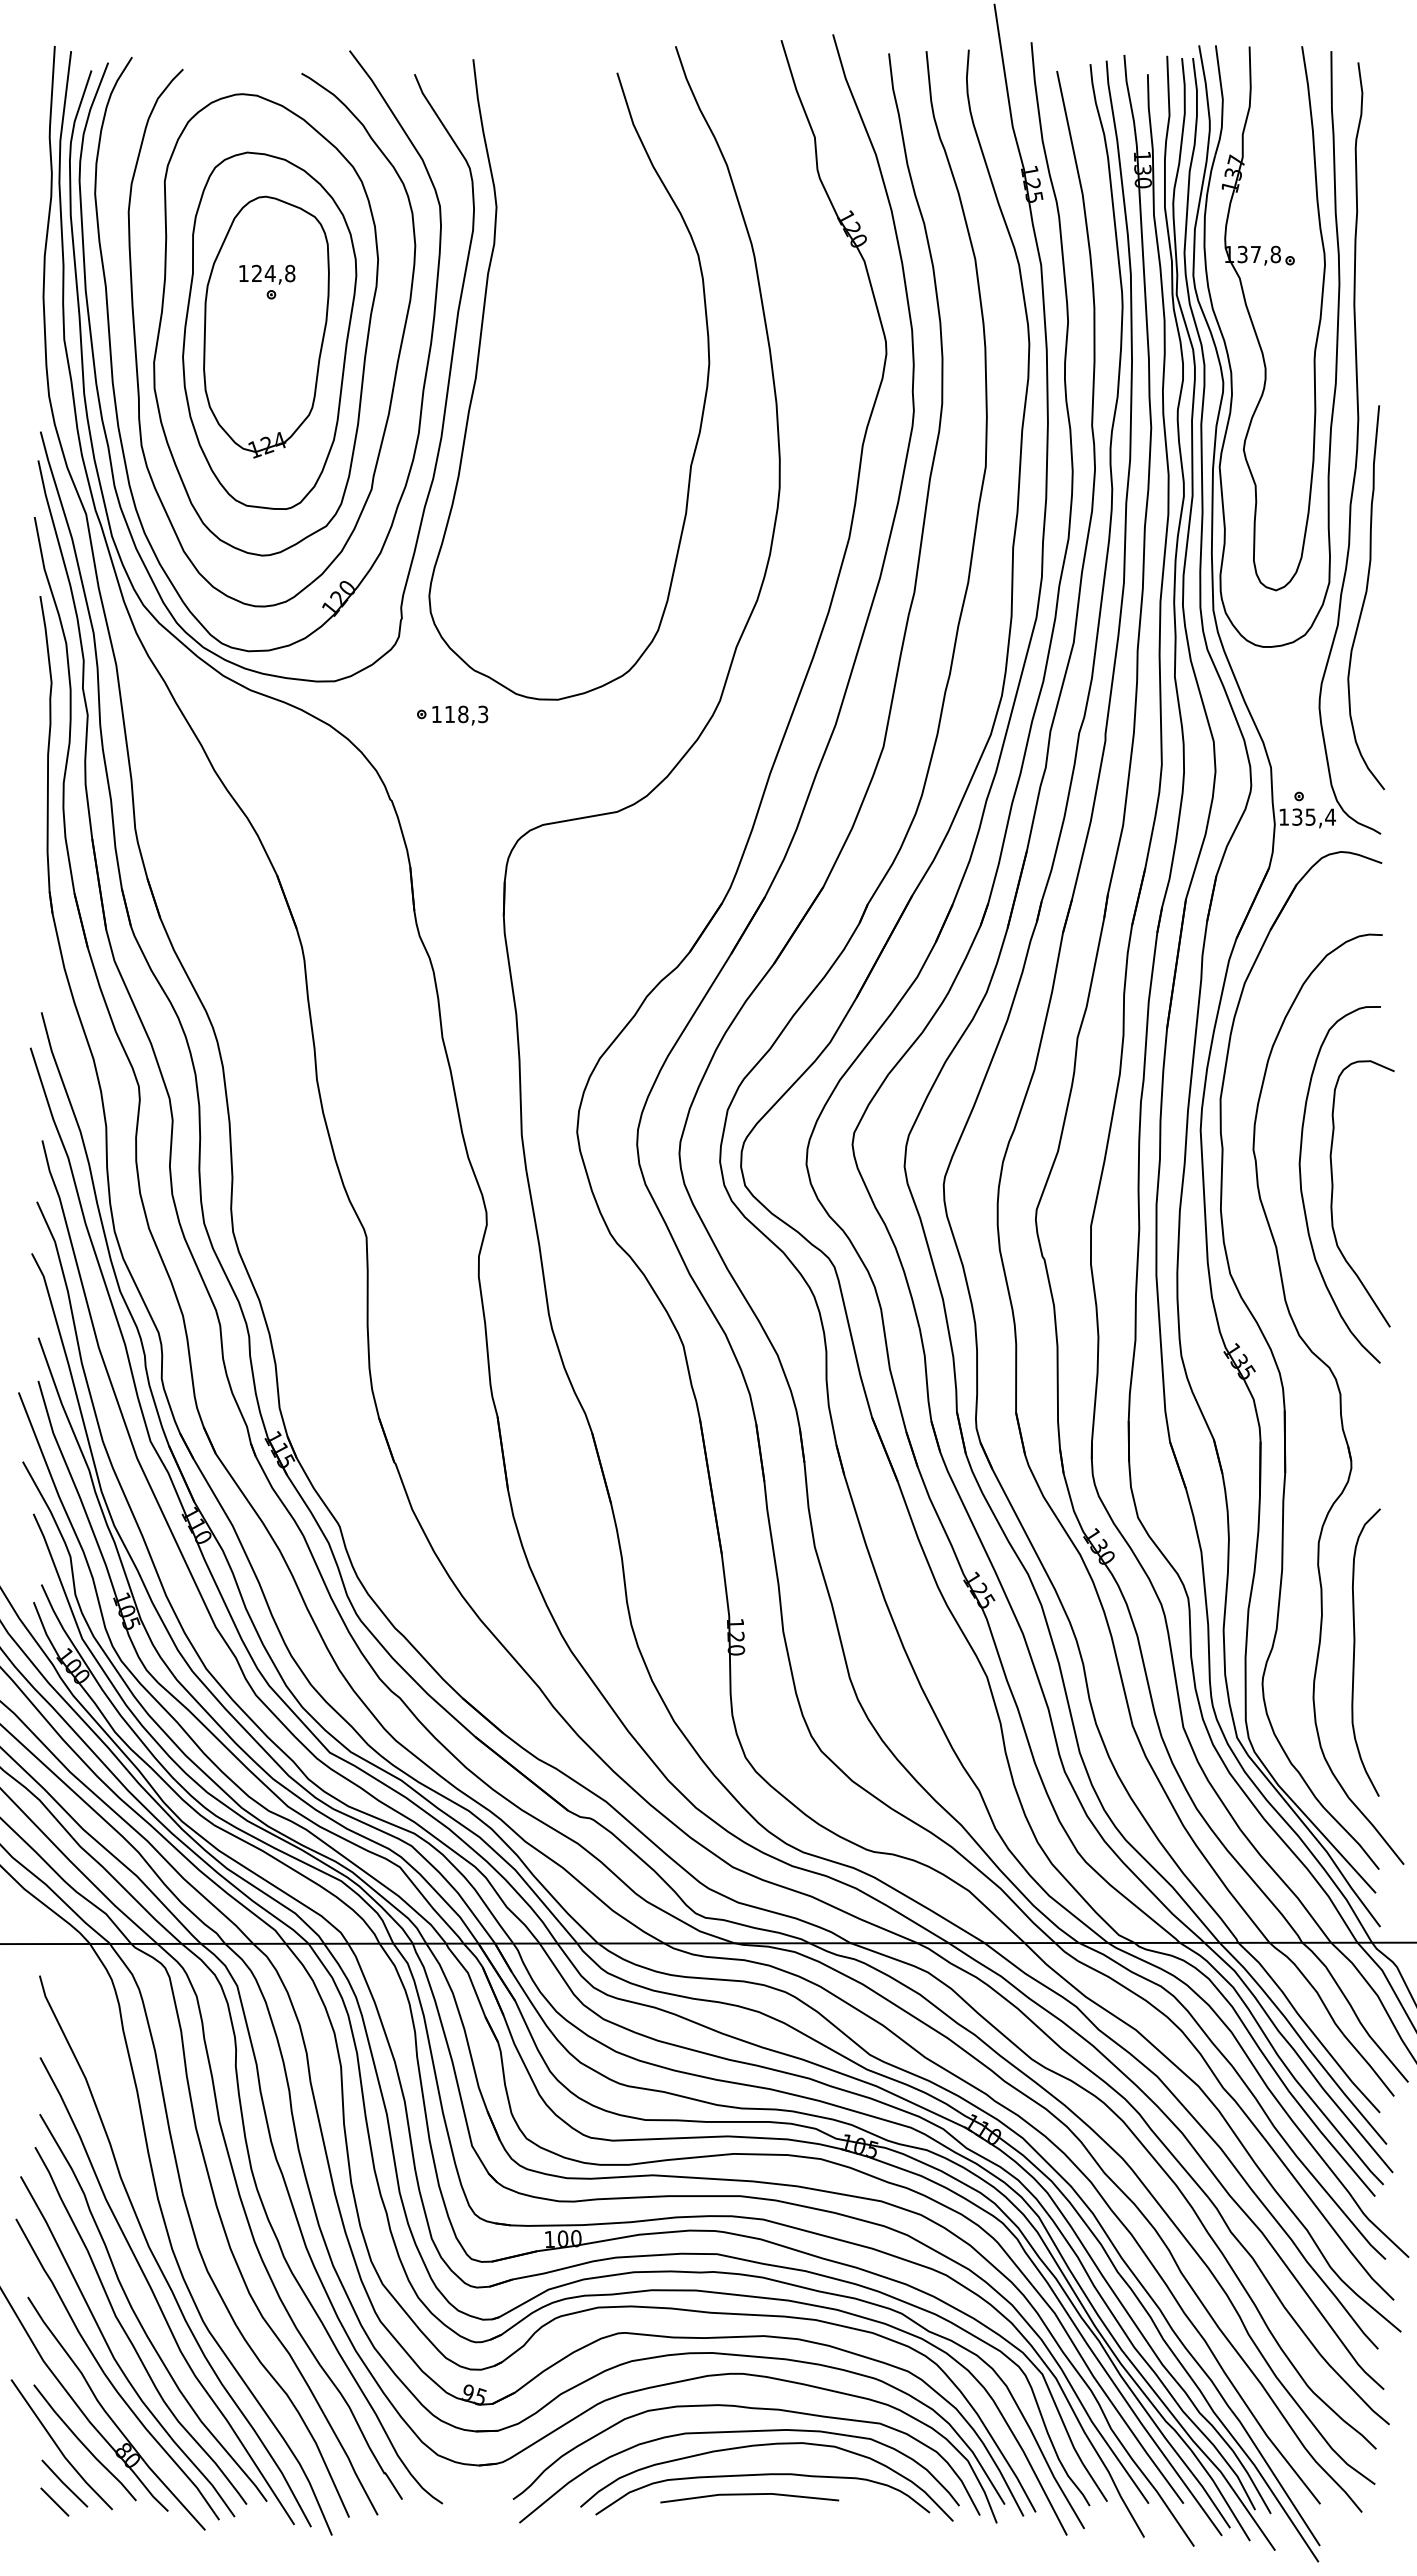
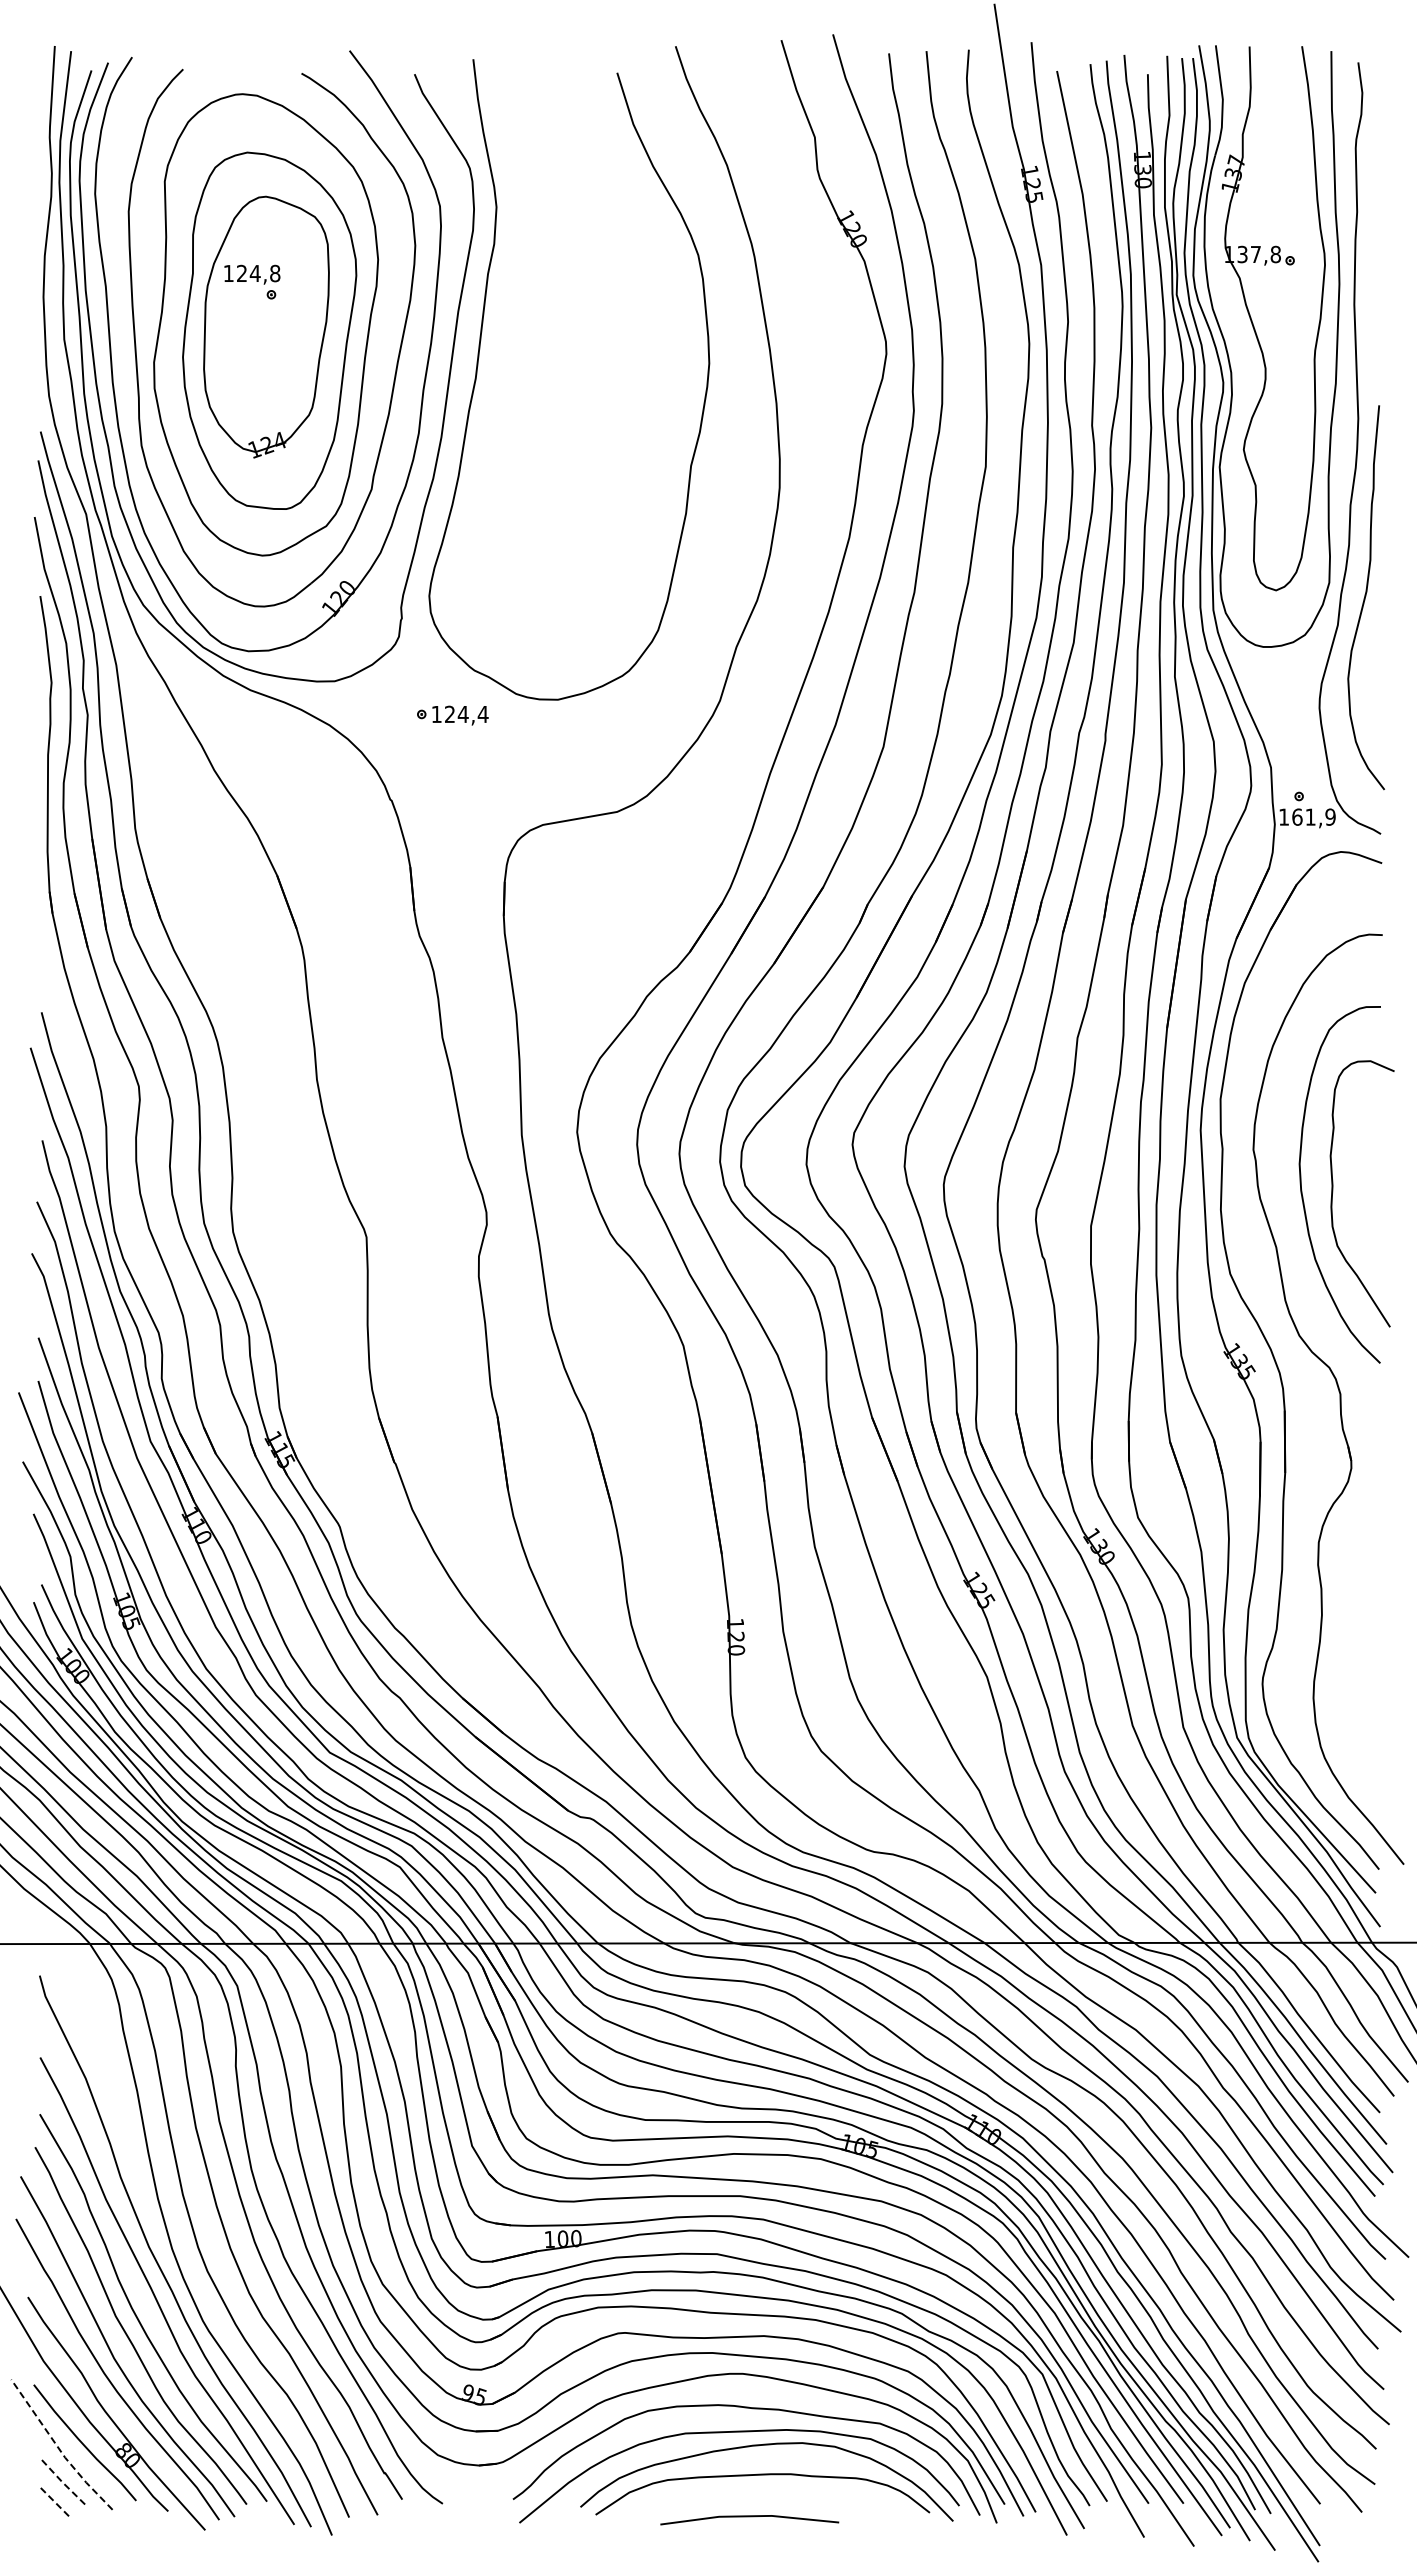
text at (267, 274) position: (267, 274) -> (252, 274)
text at (466, 714): 118,3 -> 124,4
text at (1314, 816): 135,4 -> 161,9
curve at (1355, 1649): present -> none
line at (58, 2448): solid -> dashed
line at (63, 2483): solid -> dashed
line at (749, 2495) position: (749, 2495) -> (749, 2517)
line at (54, 2501): solid -> dashed
